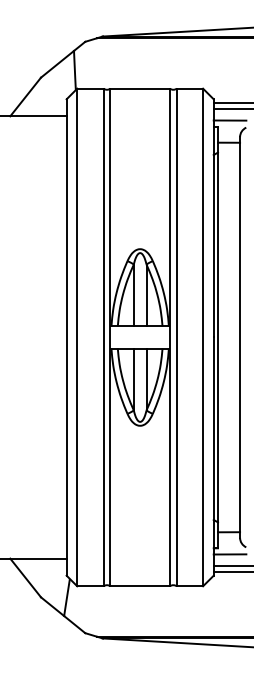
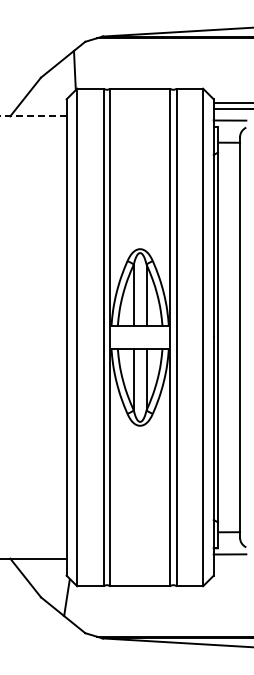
line at (33, 116): solid -> dashed
line at (231, 566): present -> none
line at (231, 571): present -> none
